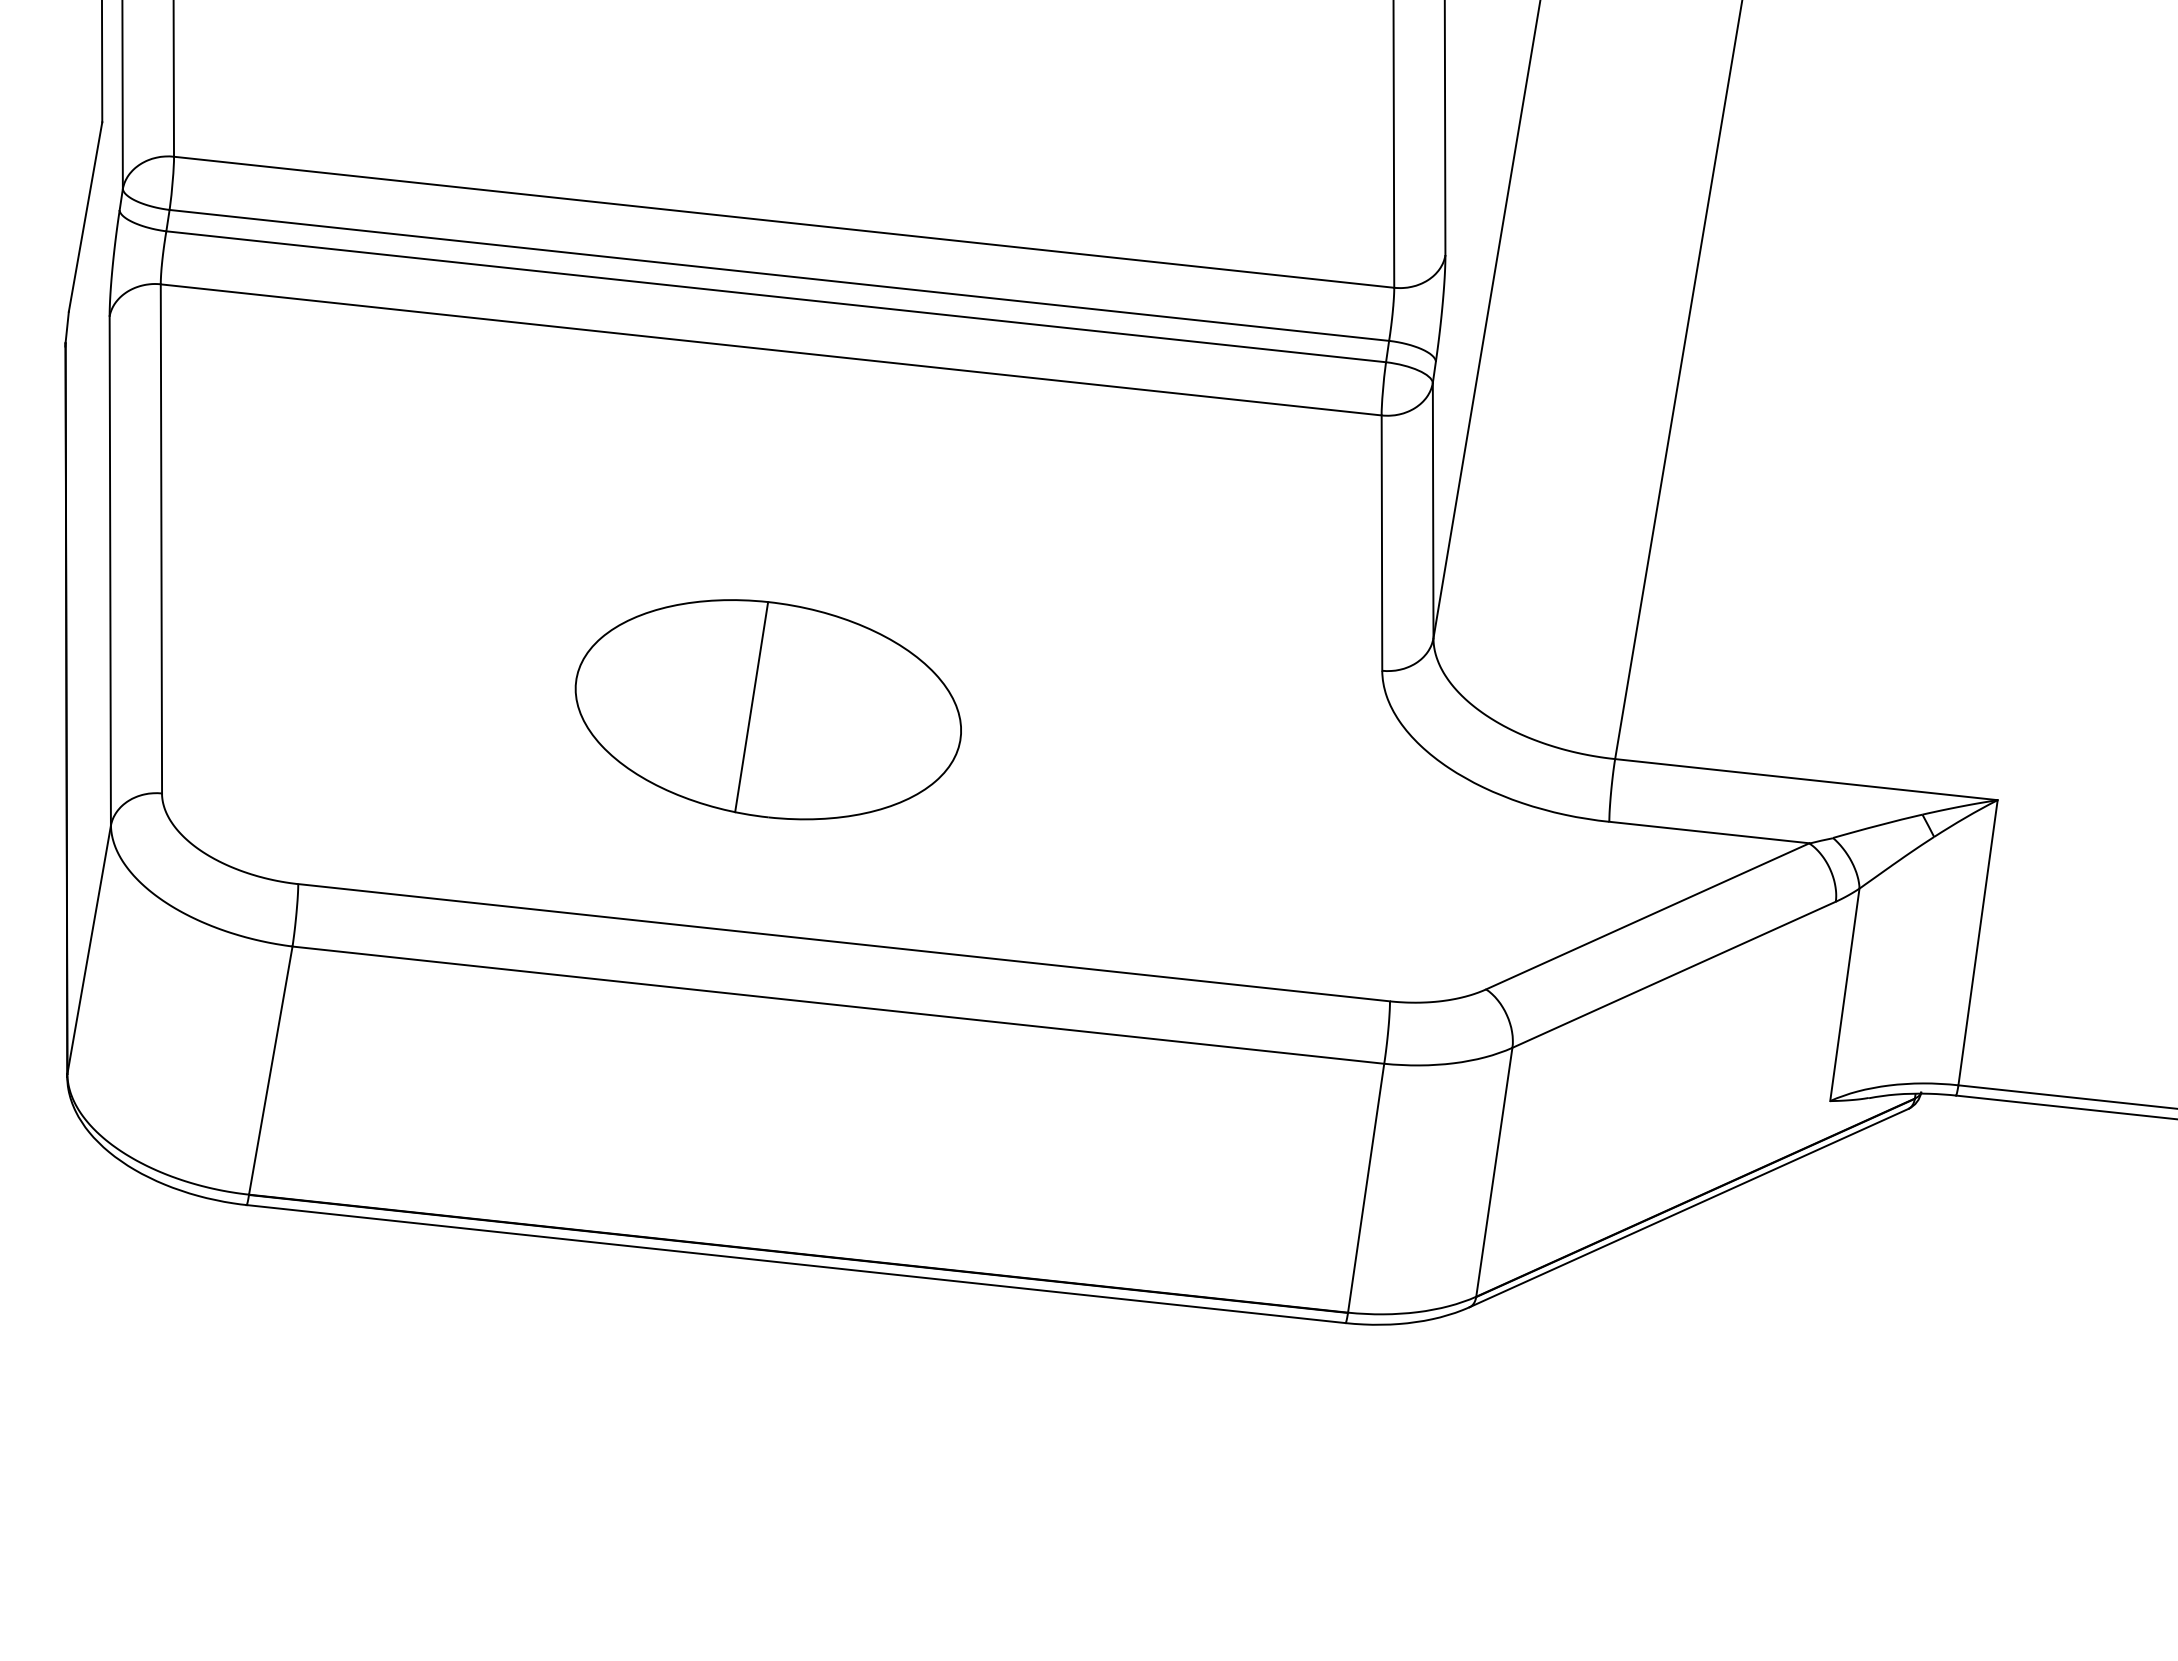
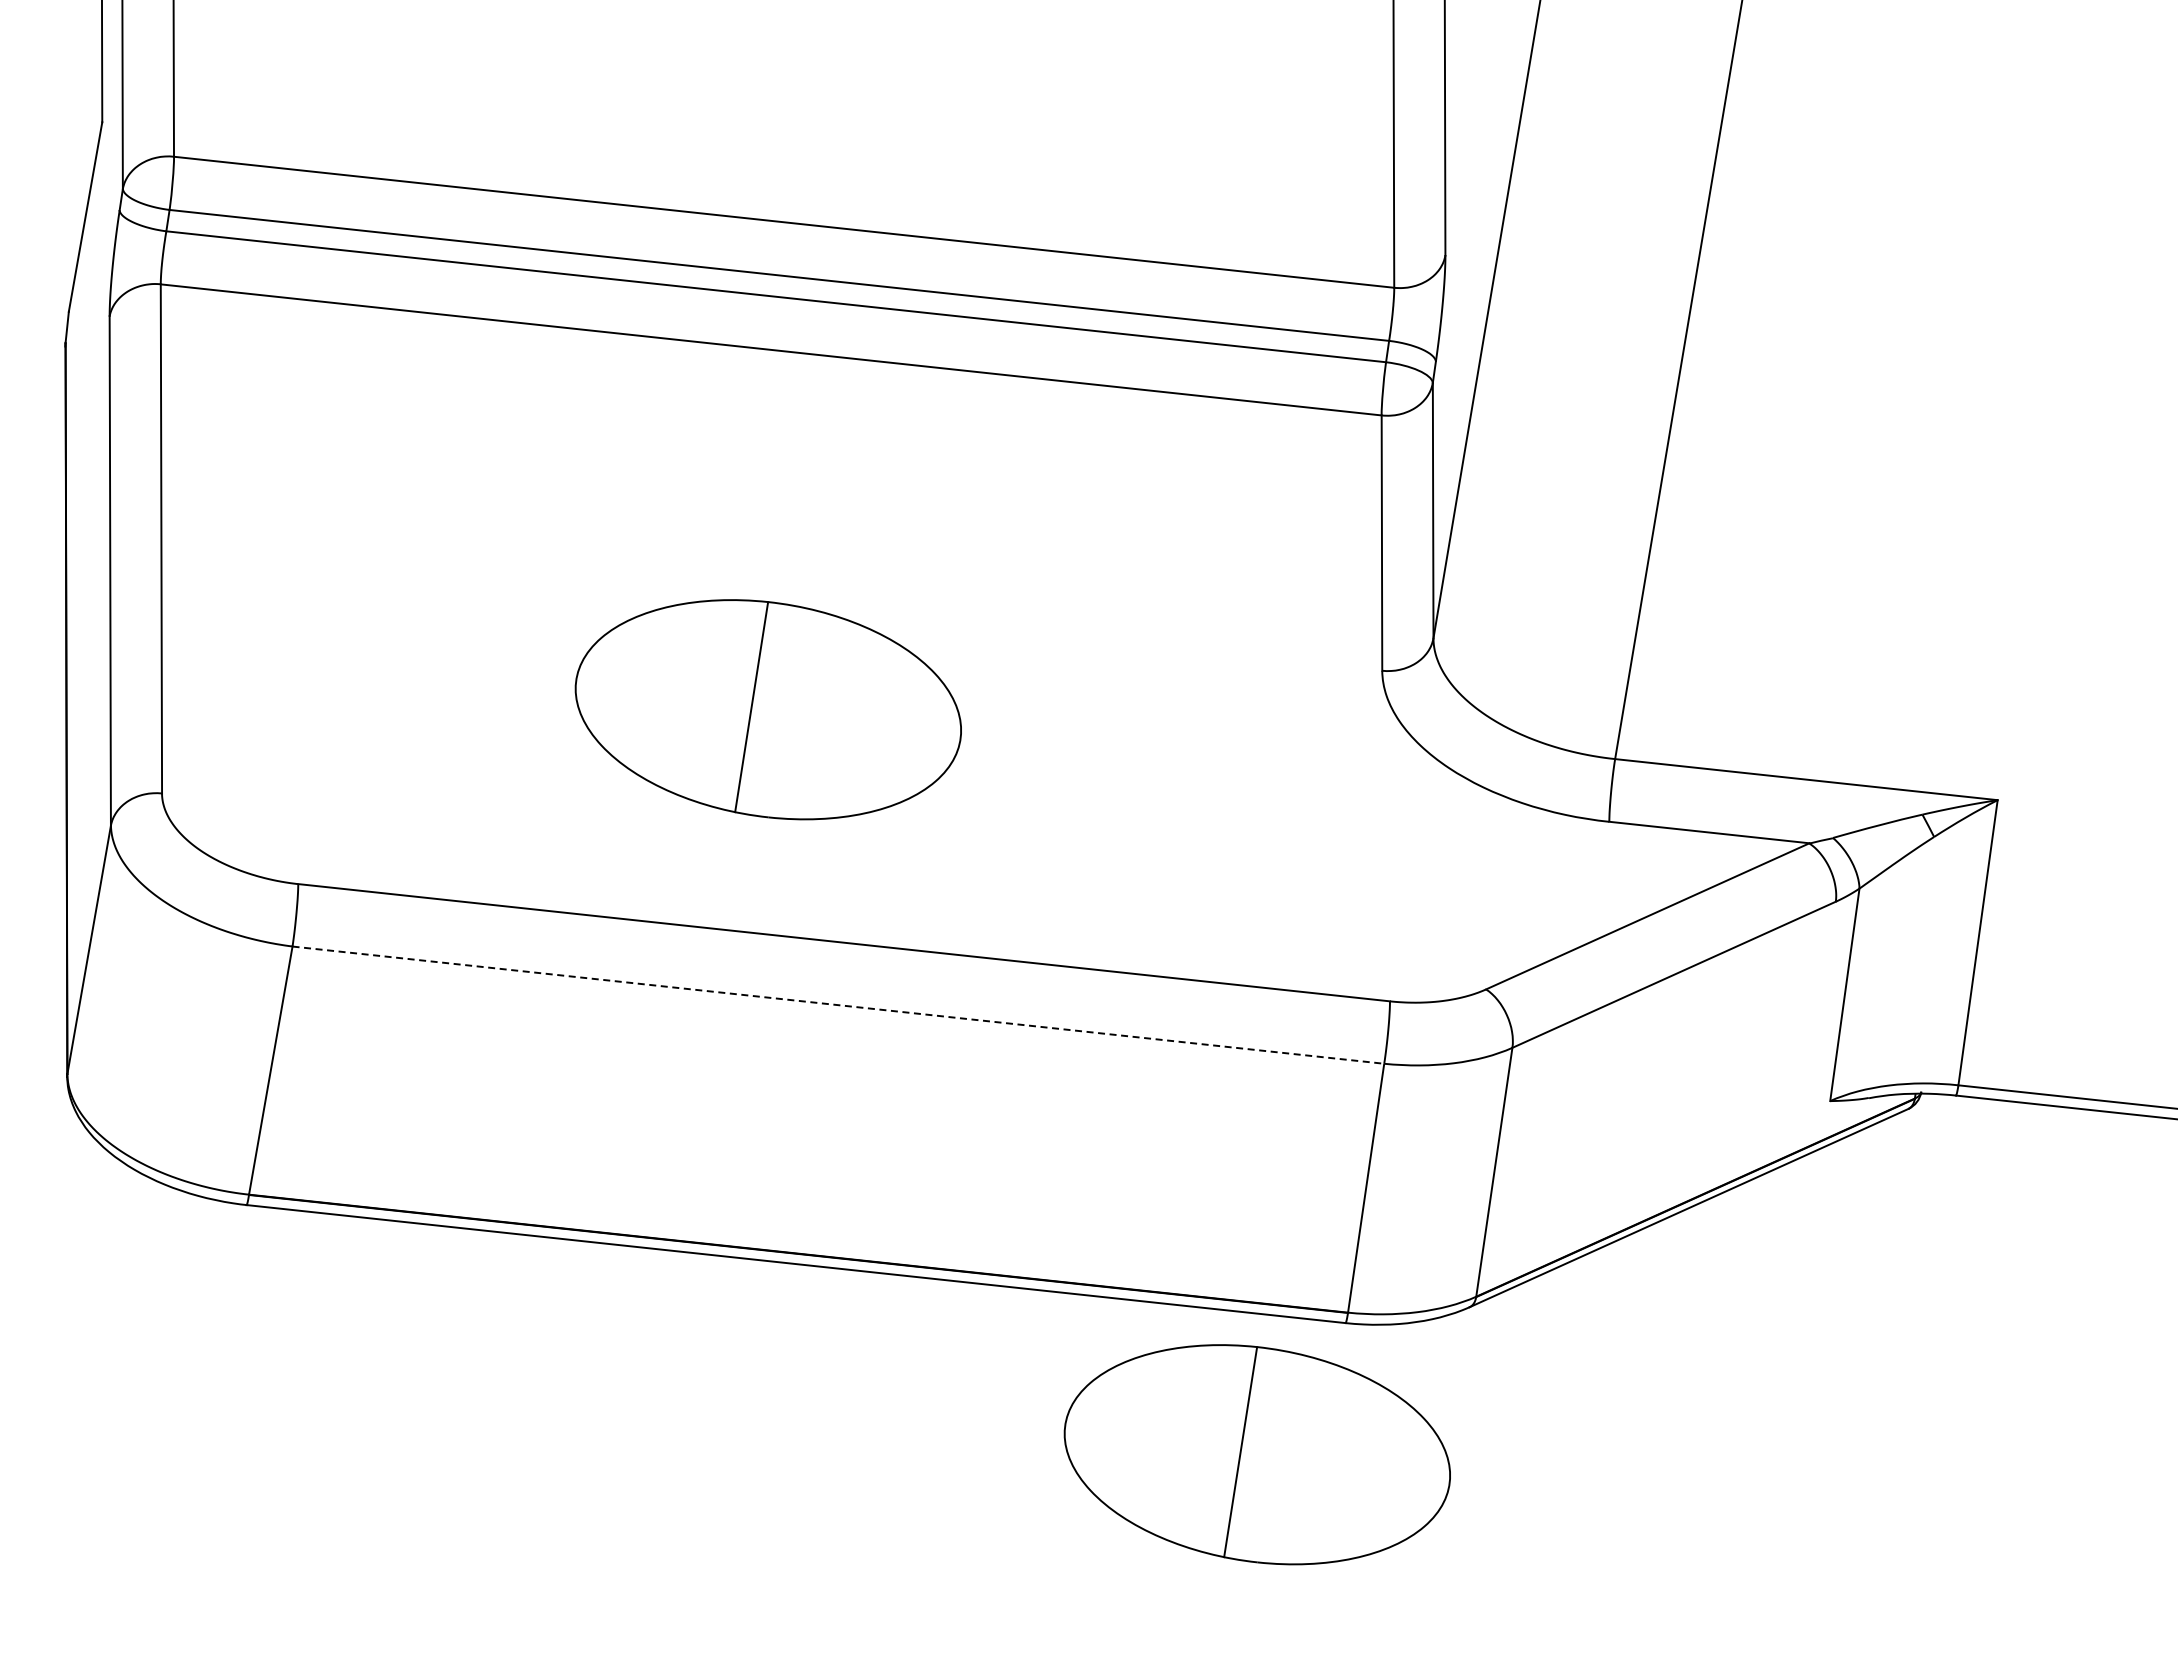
line at (838, 1005): solid -> dashed
part at (1256, 1454): none -> present
